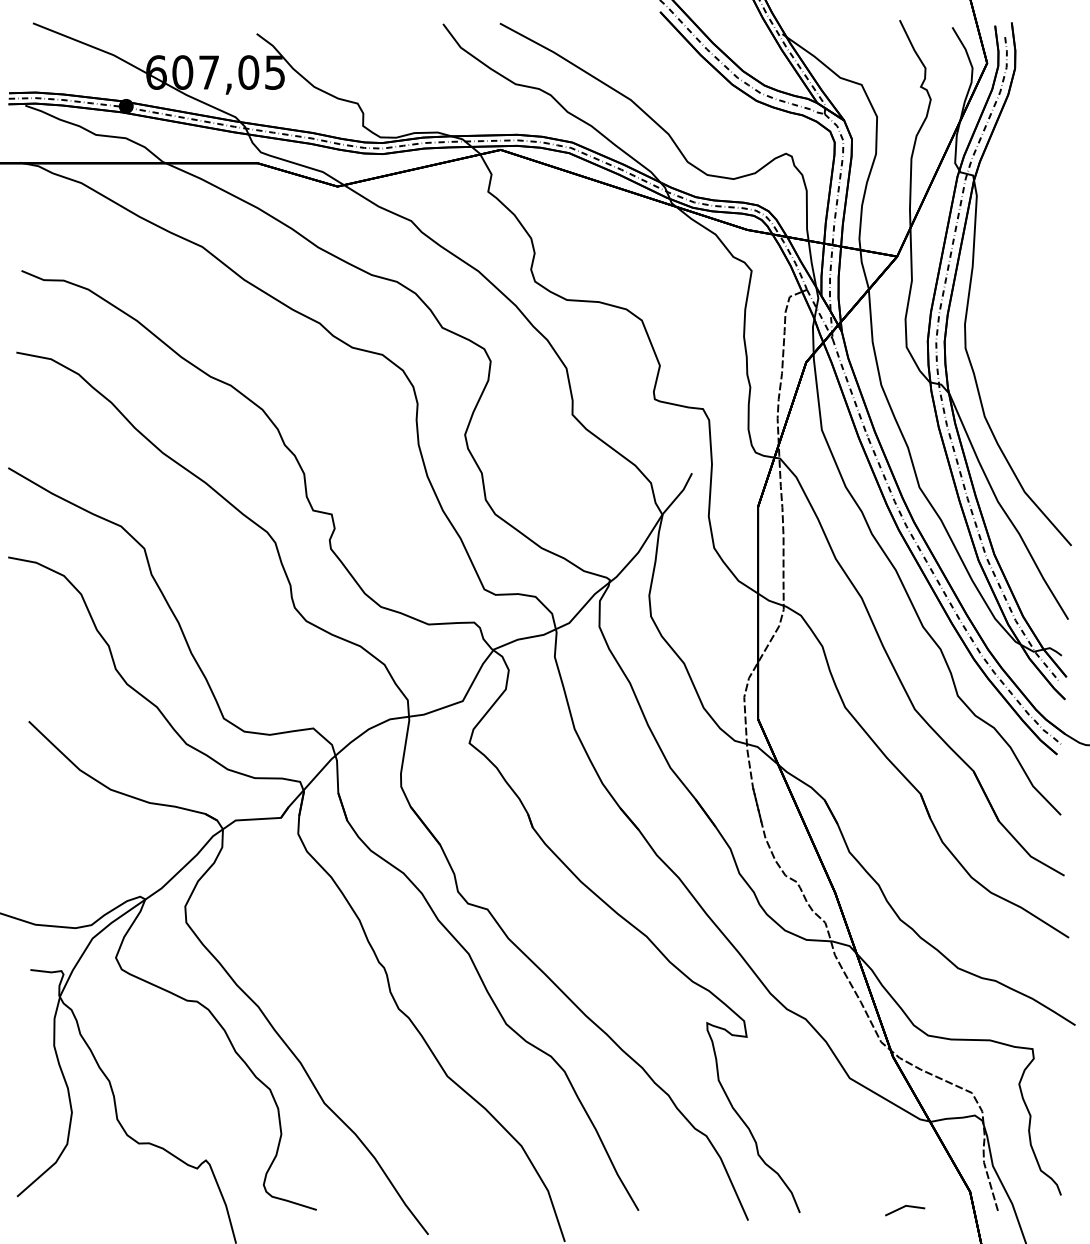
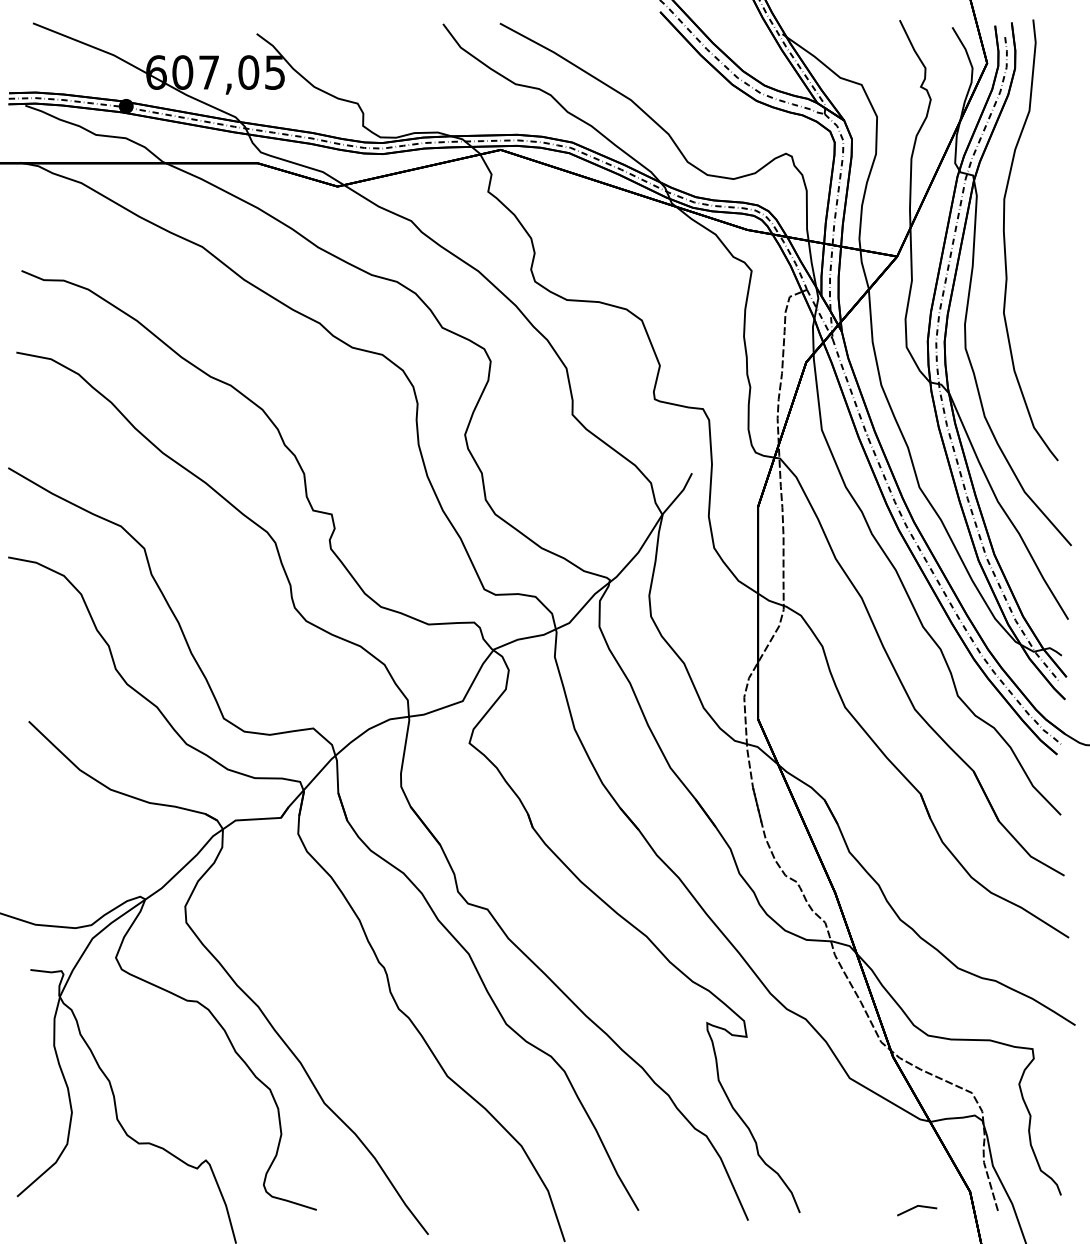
curve at (1005, 240): none -> present
line at (905, 1207) position: (905, 1207) -> (917, 1207)
